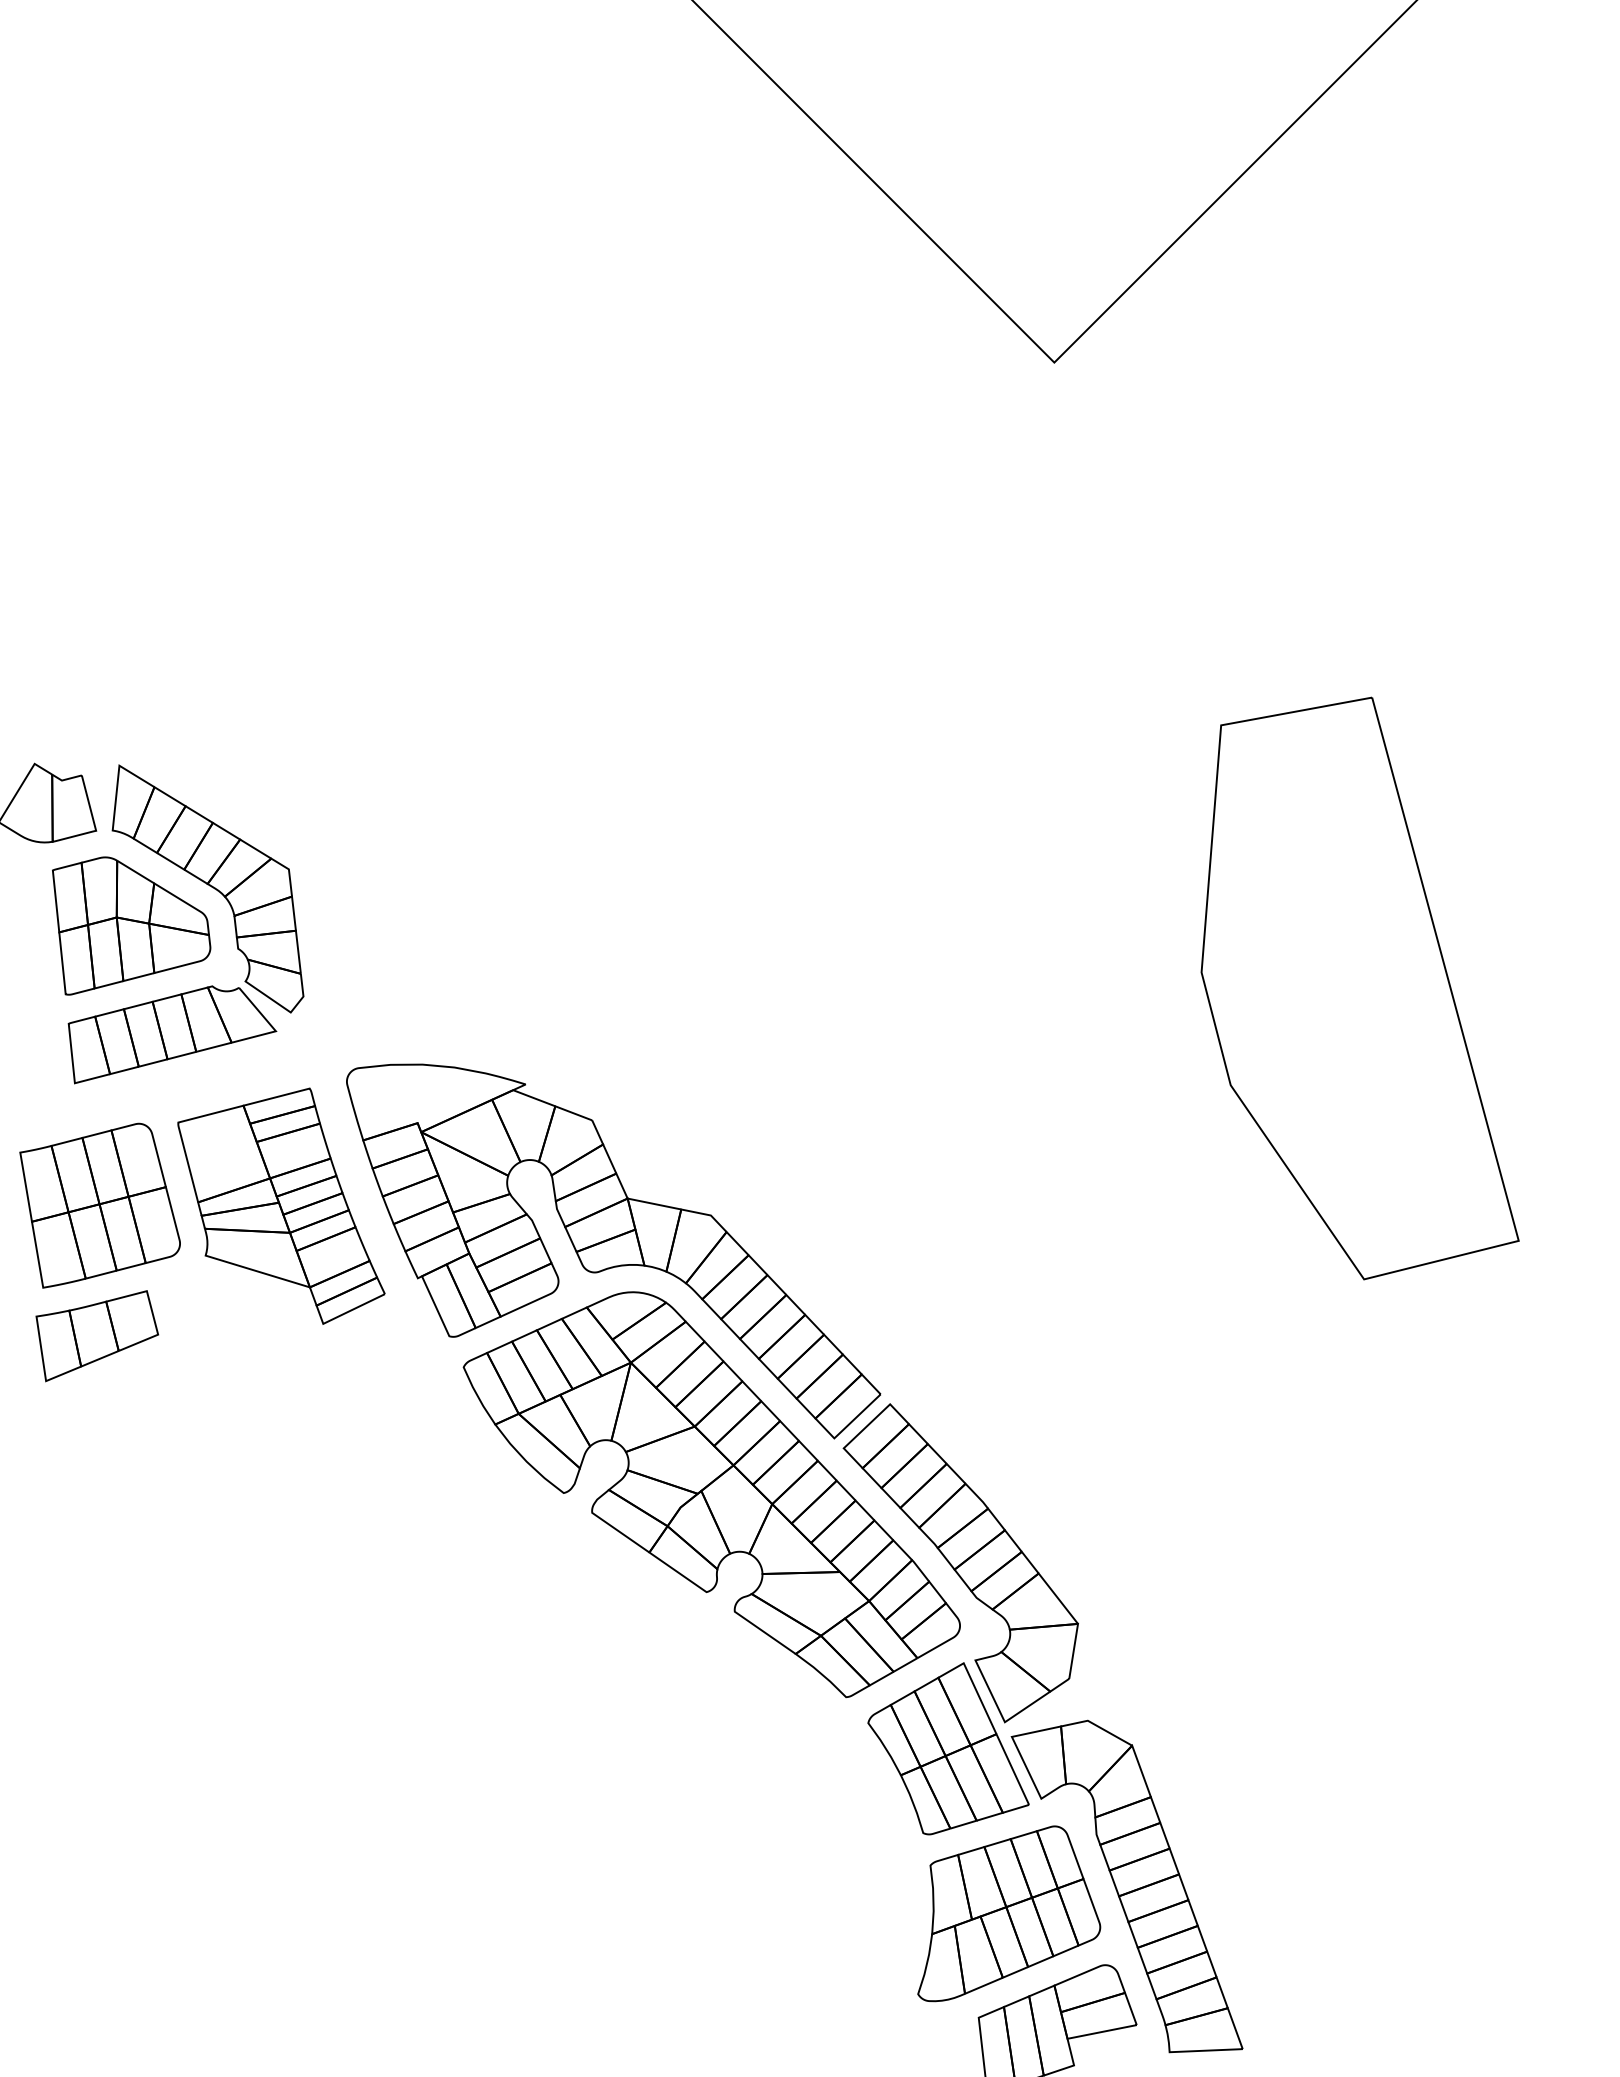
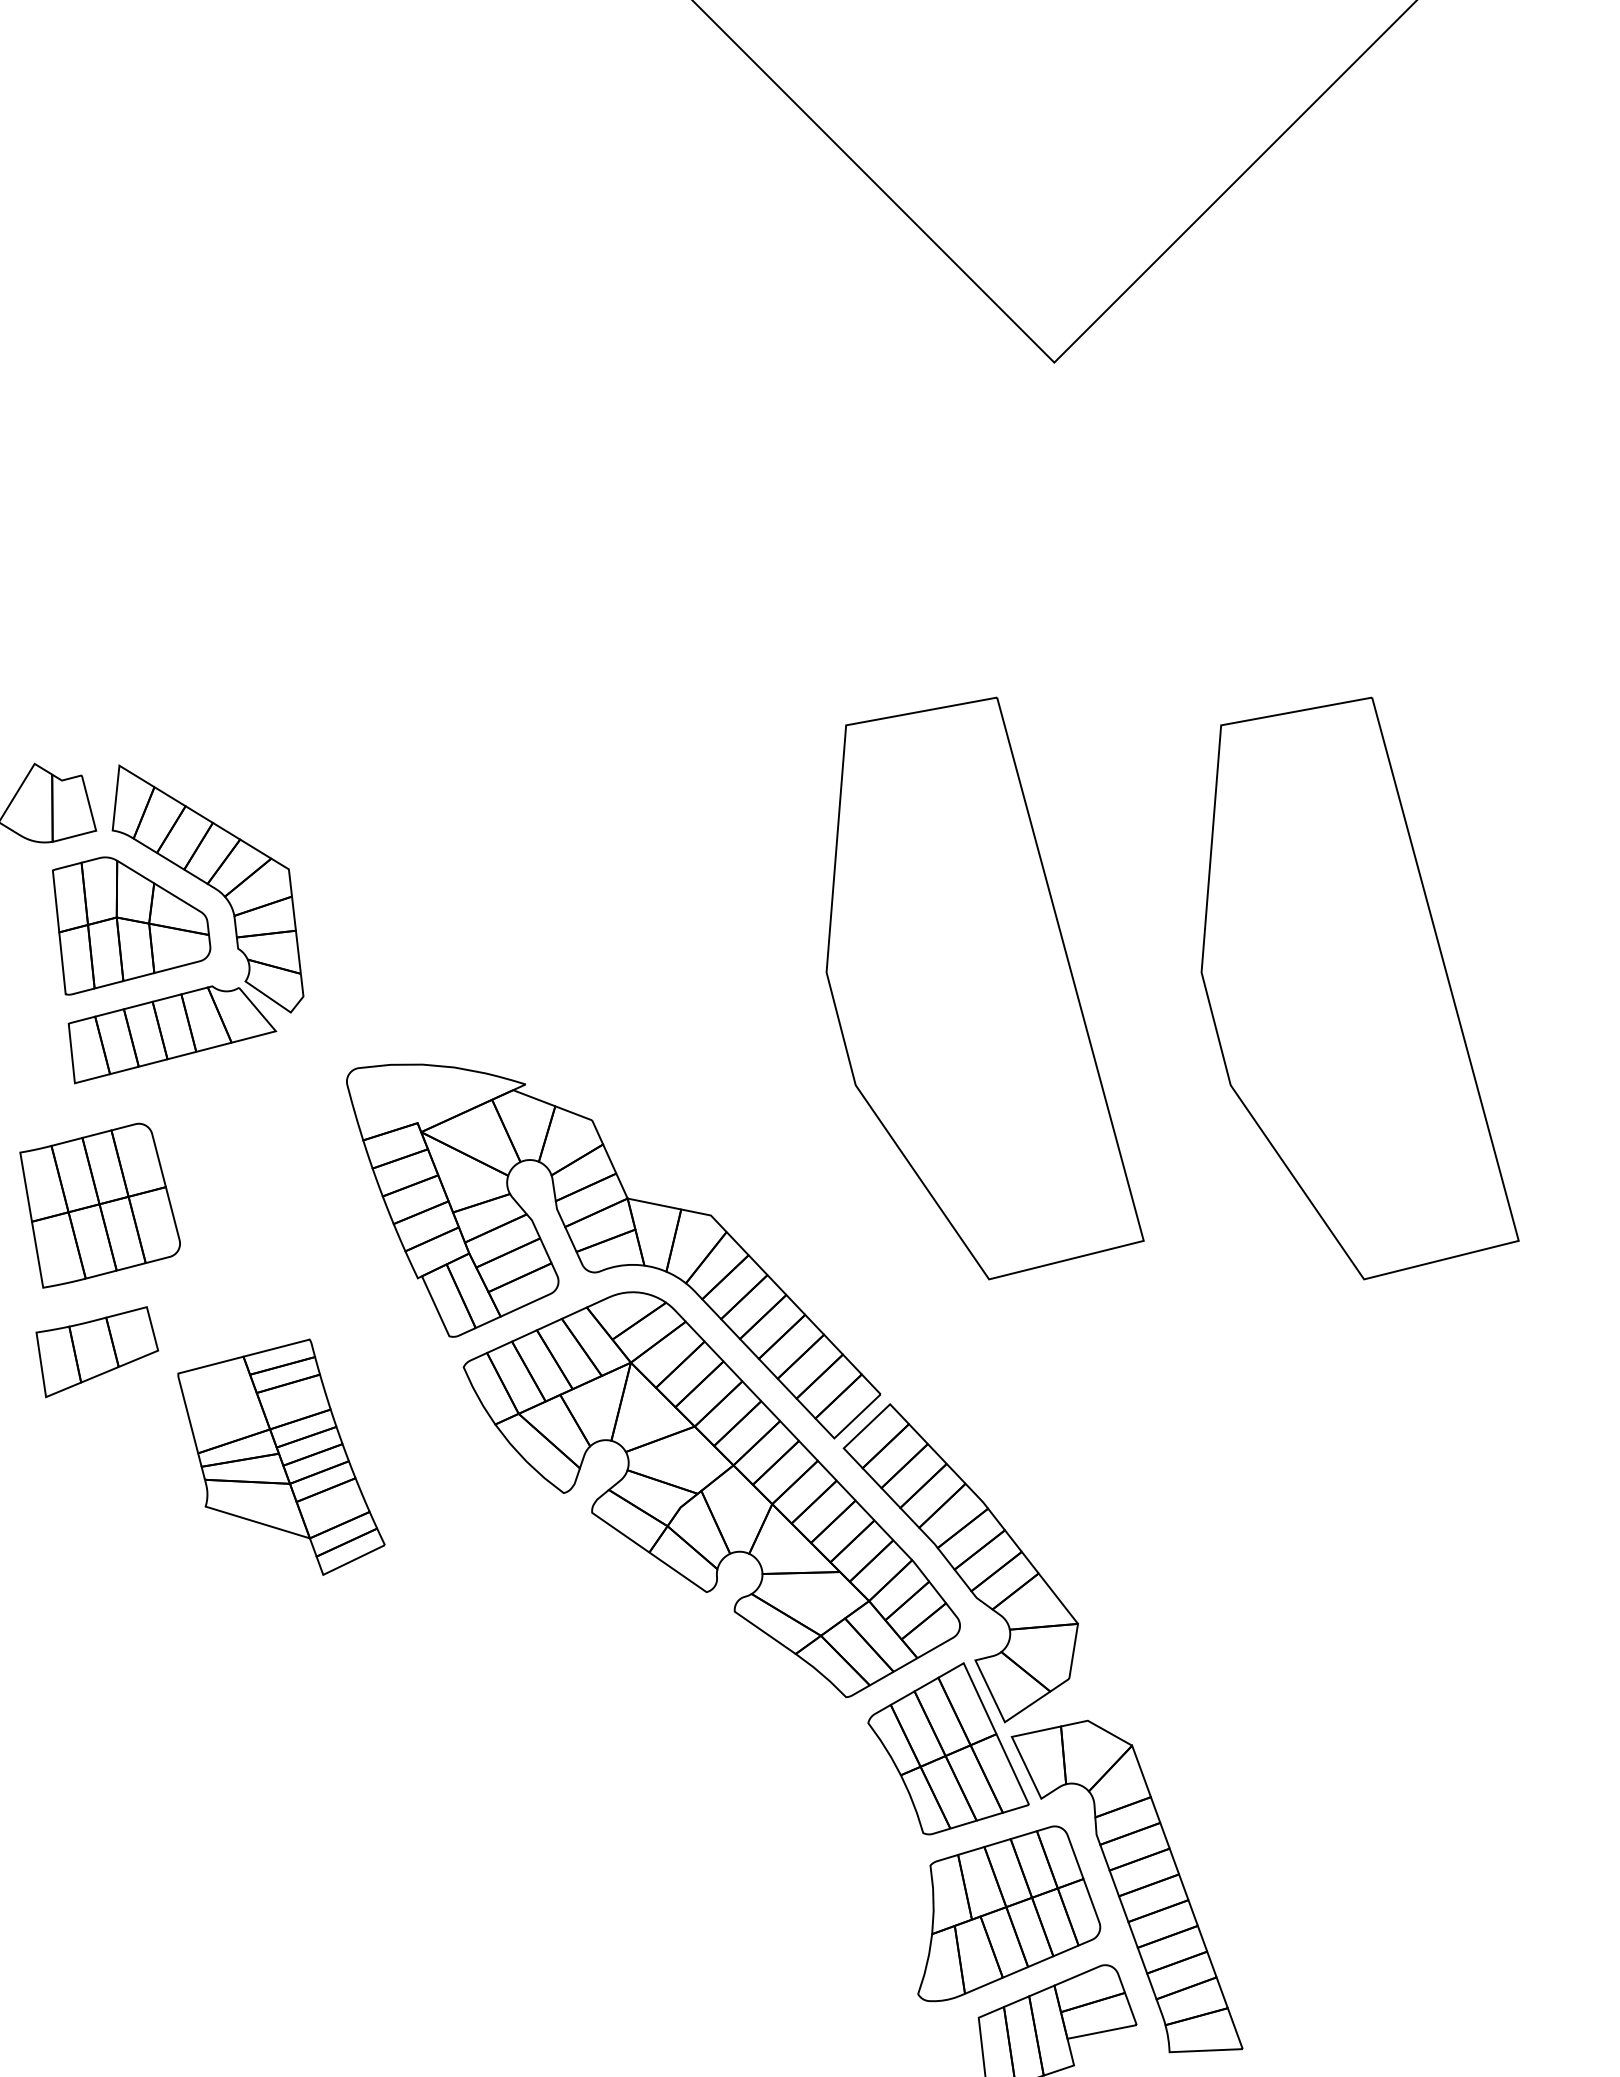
part at (984, 988): none -> present
part at (281, 1205) position: (281, 1205) -> (281, 1456)
part at (97, 1336) position: (97, 1336) -> (97, 1352)
